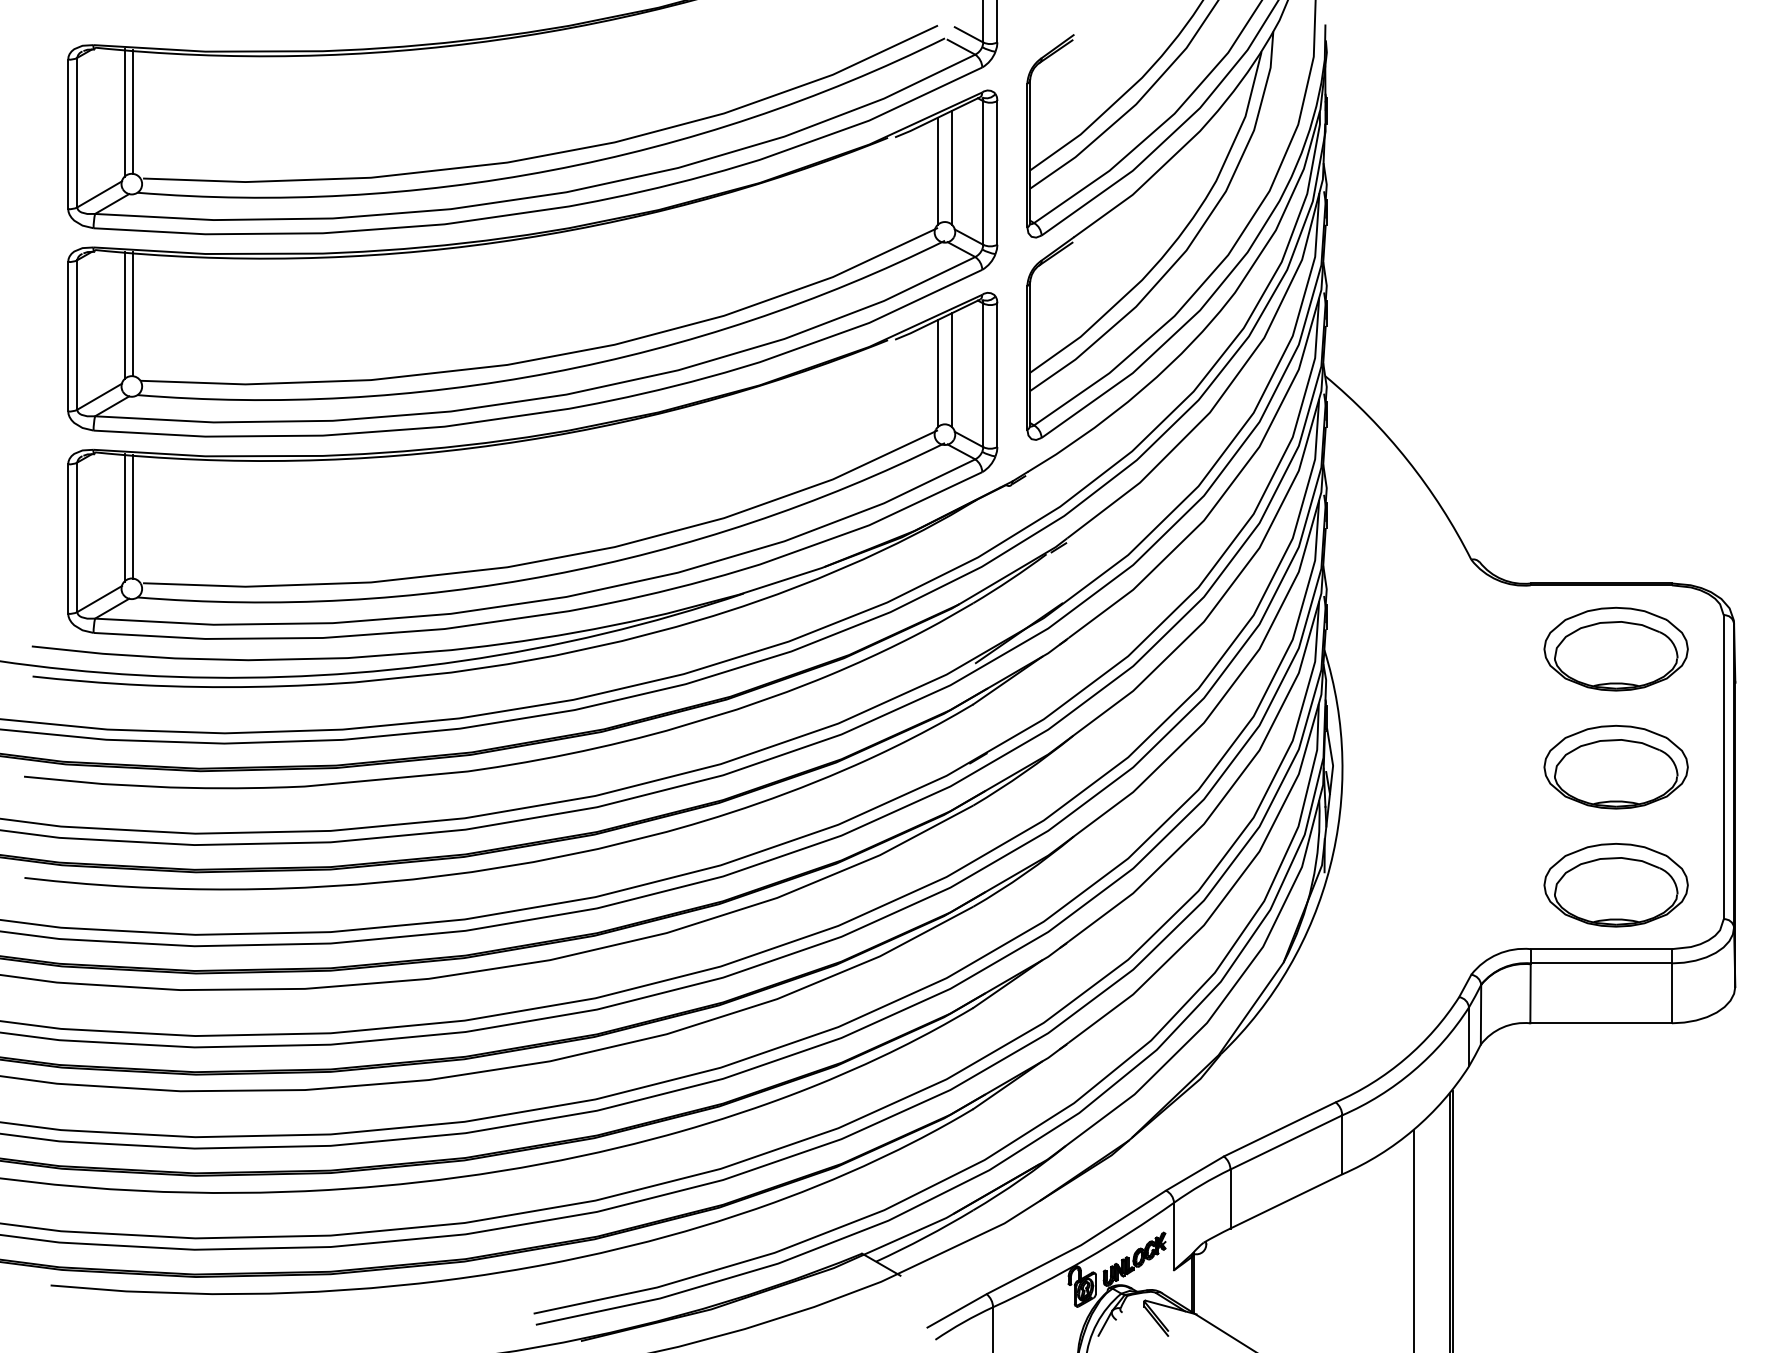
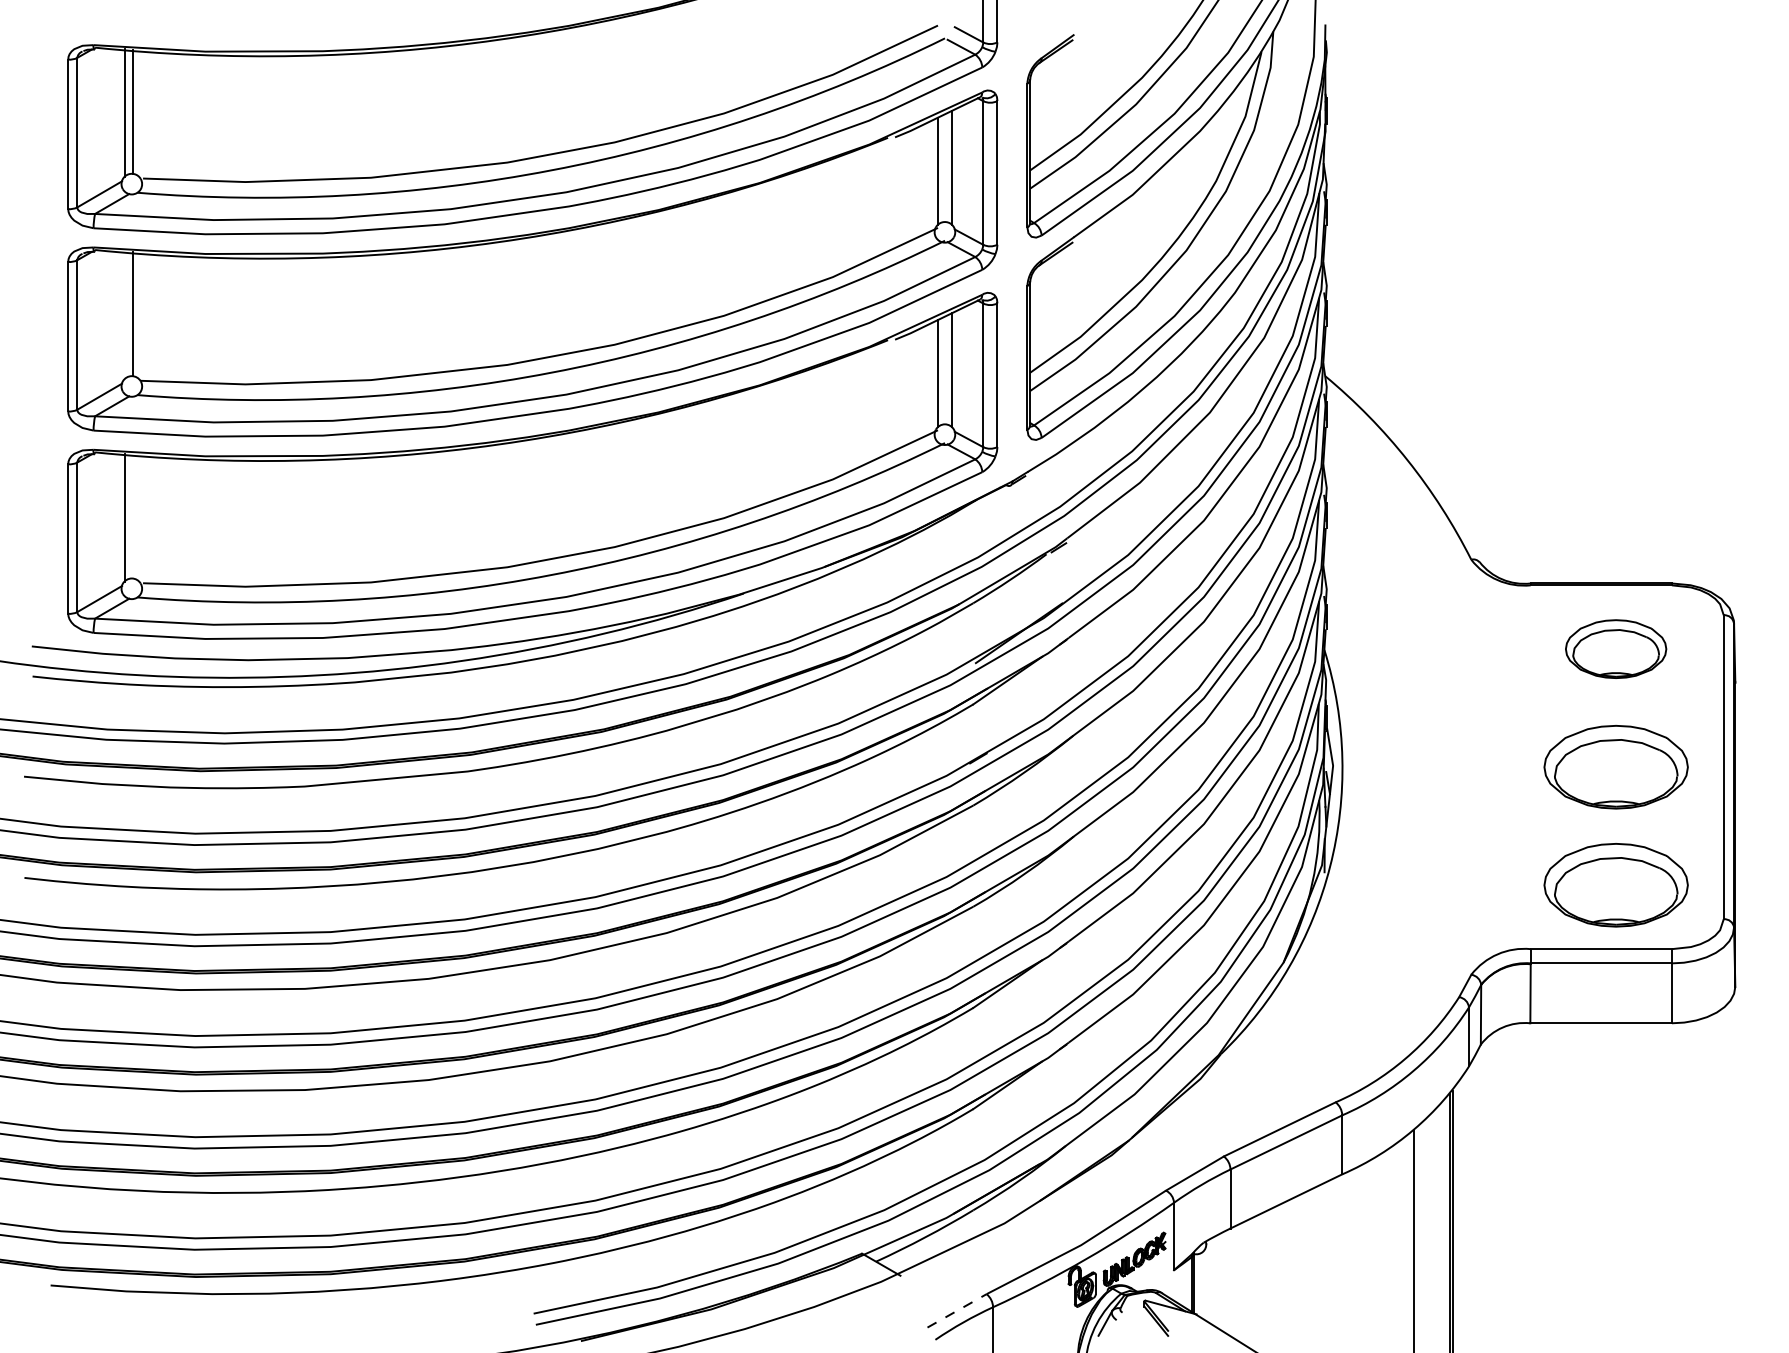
line at (124, 315): present -> none
line at (133, 516): present -> none
part at (1615, 648) size: 146x86 px -> 103x60 px
line at (957, 1310): solid -> dashed
